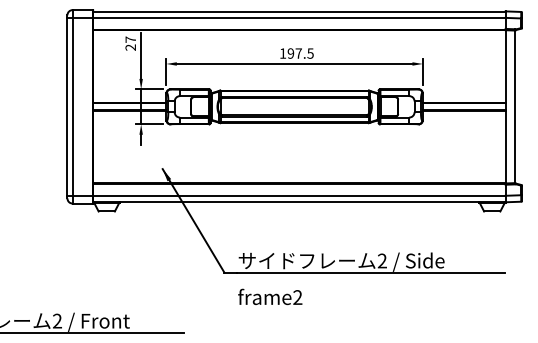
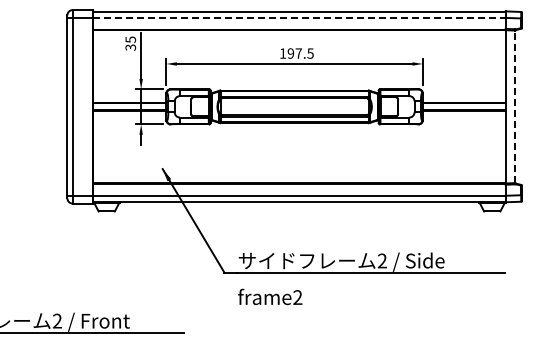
line at (300, 17): solid -> dashed
text at (130, 43): 27 -> 35
line at (515, 106): solid -> dashed
